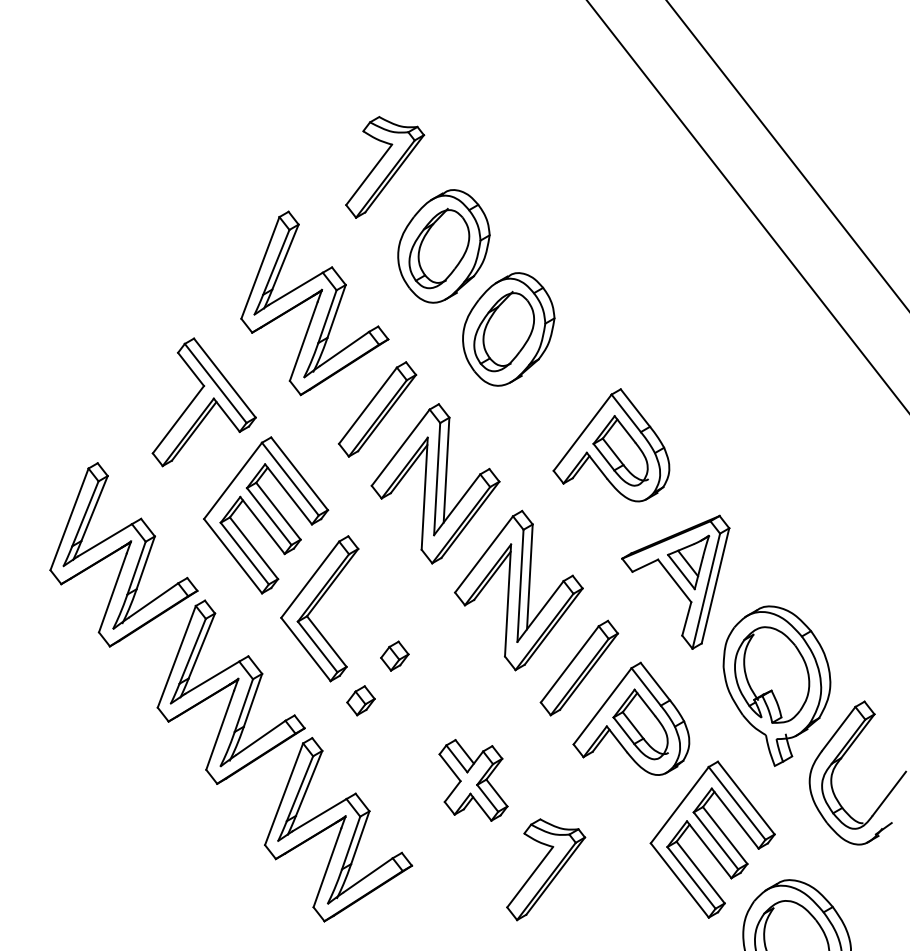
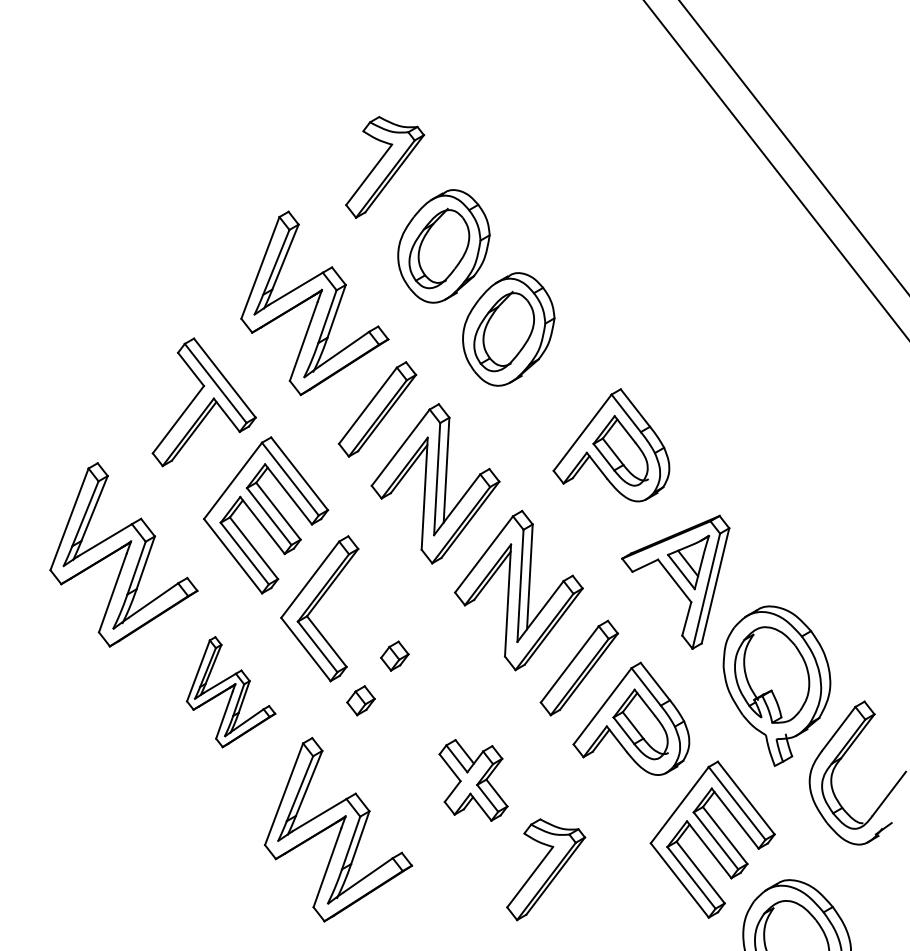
line at (786, 155) position: (786, 155) -> (793, 146)
line at (747, 205) position: (747, 205) -> (775, 169)
part at (230, 691) size: 150x186 px -> 91x113 px
